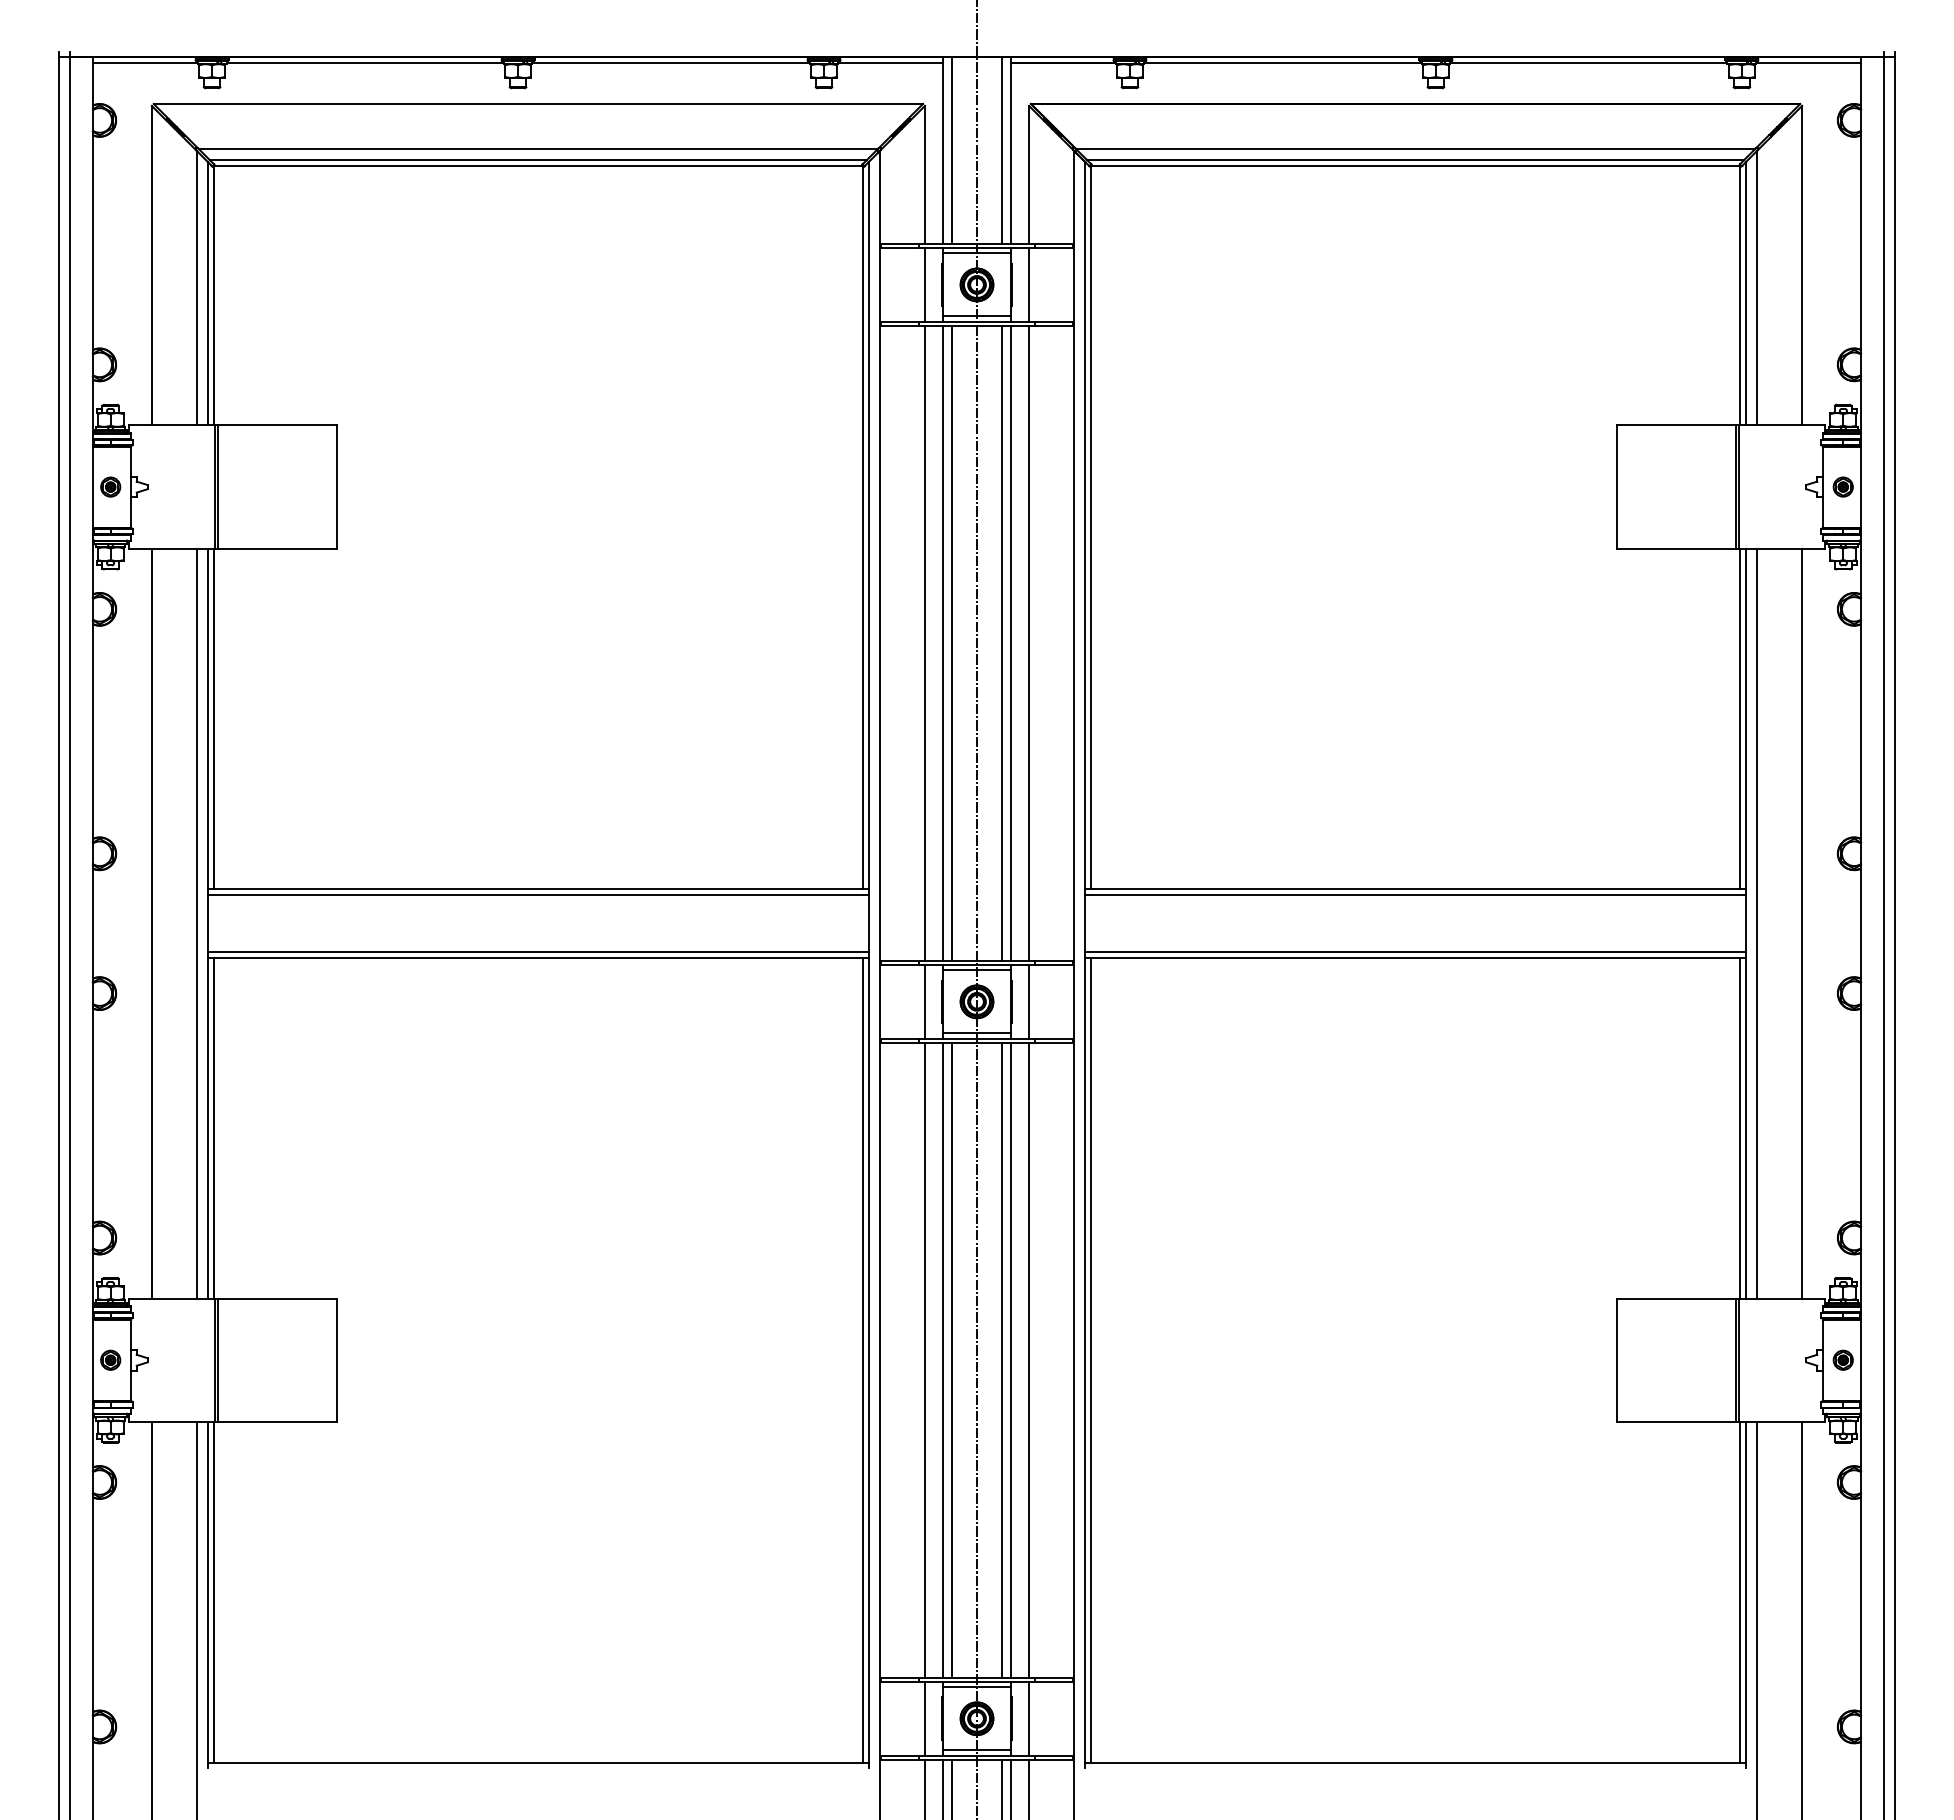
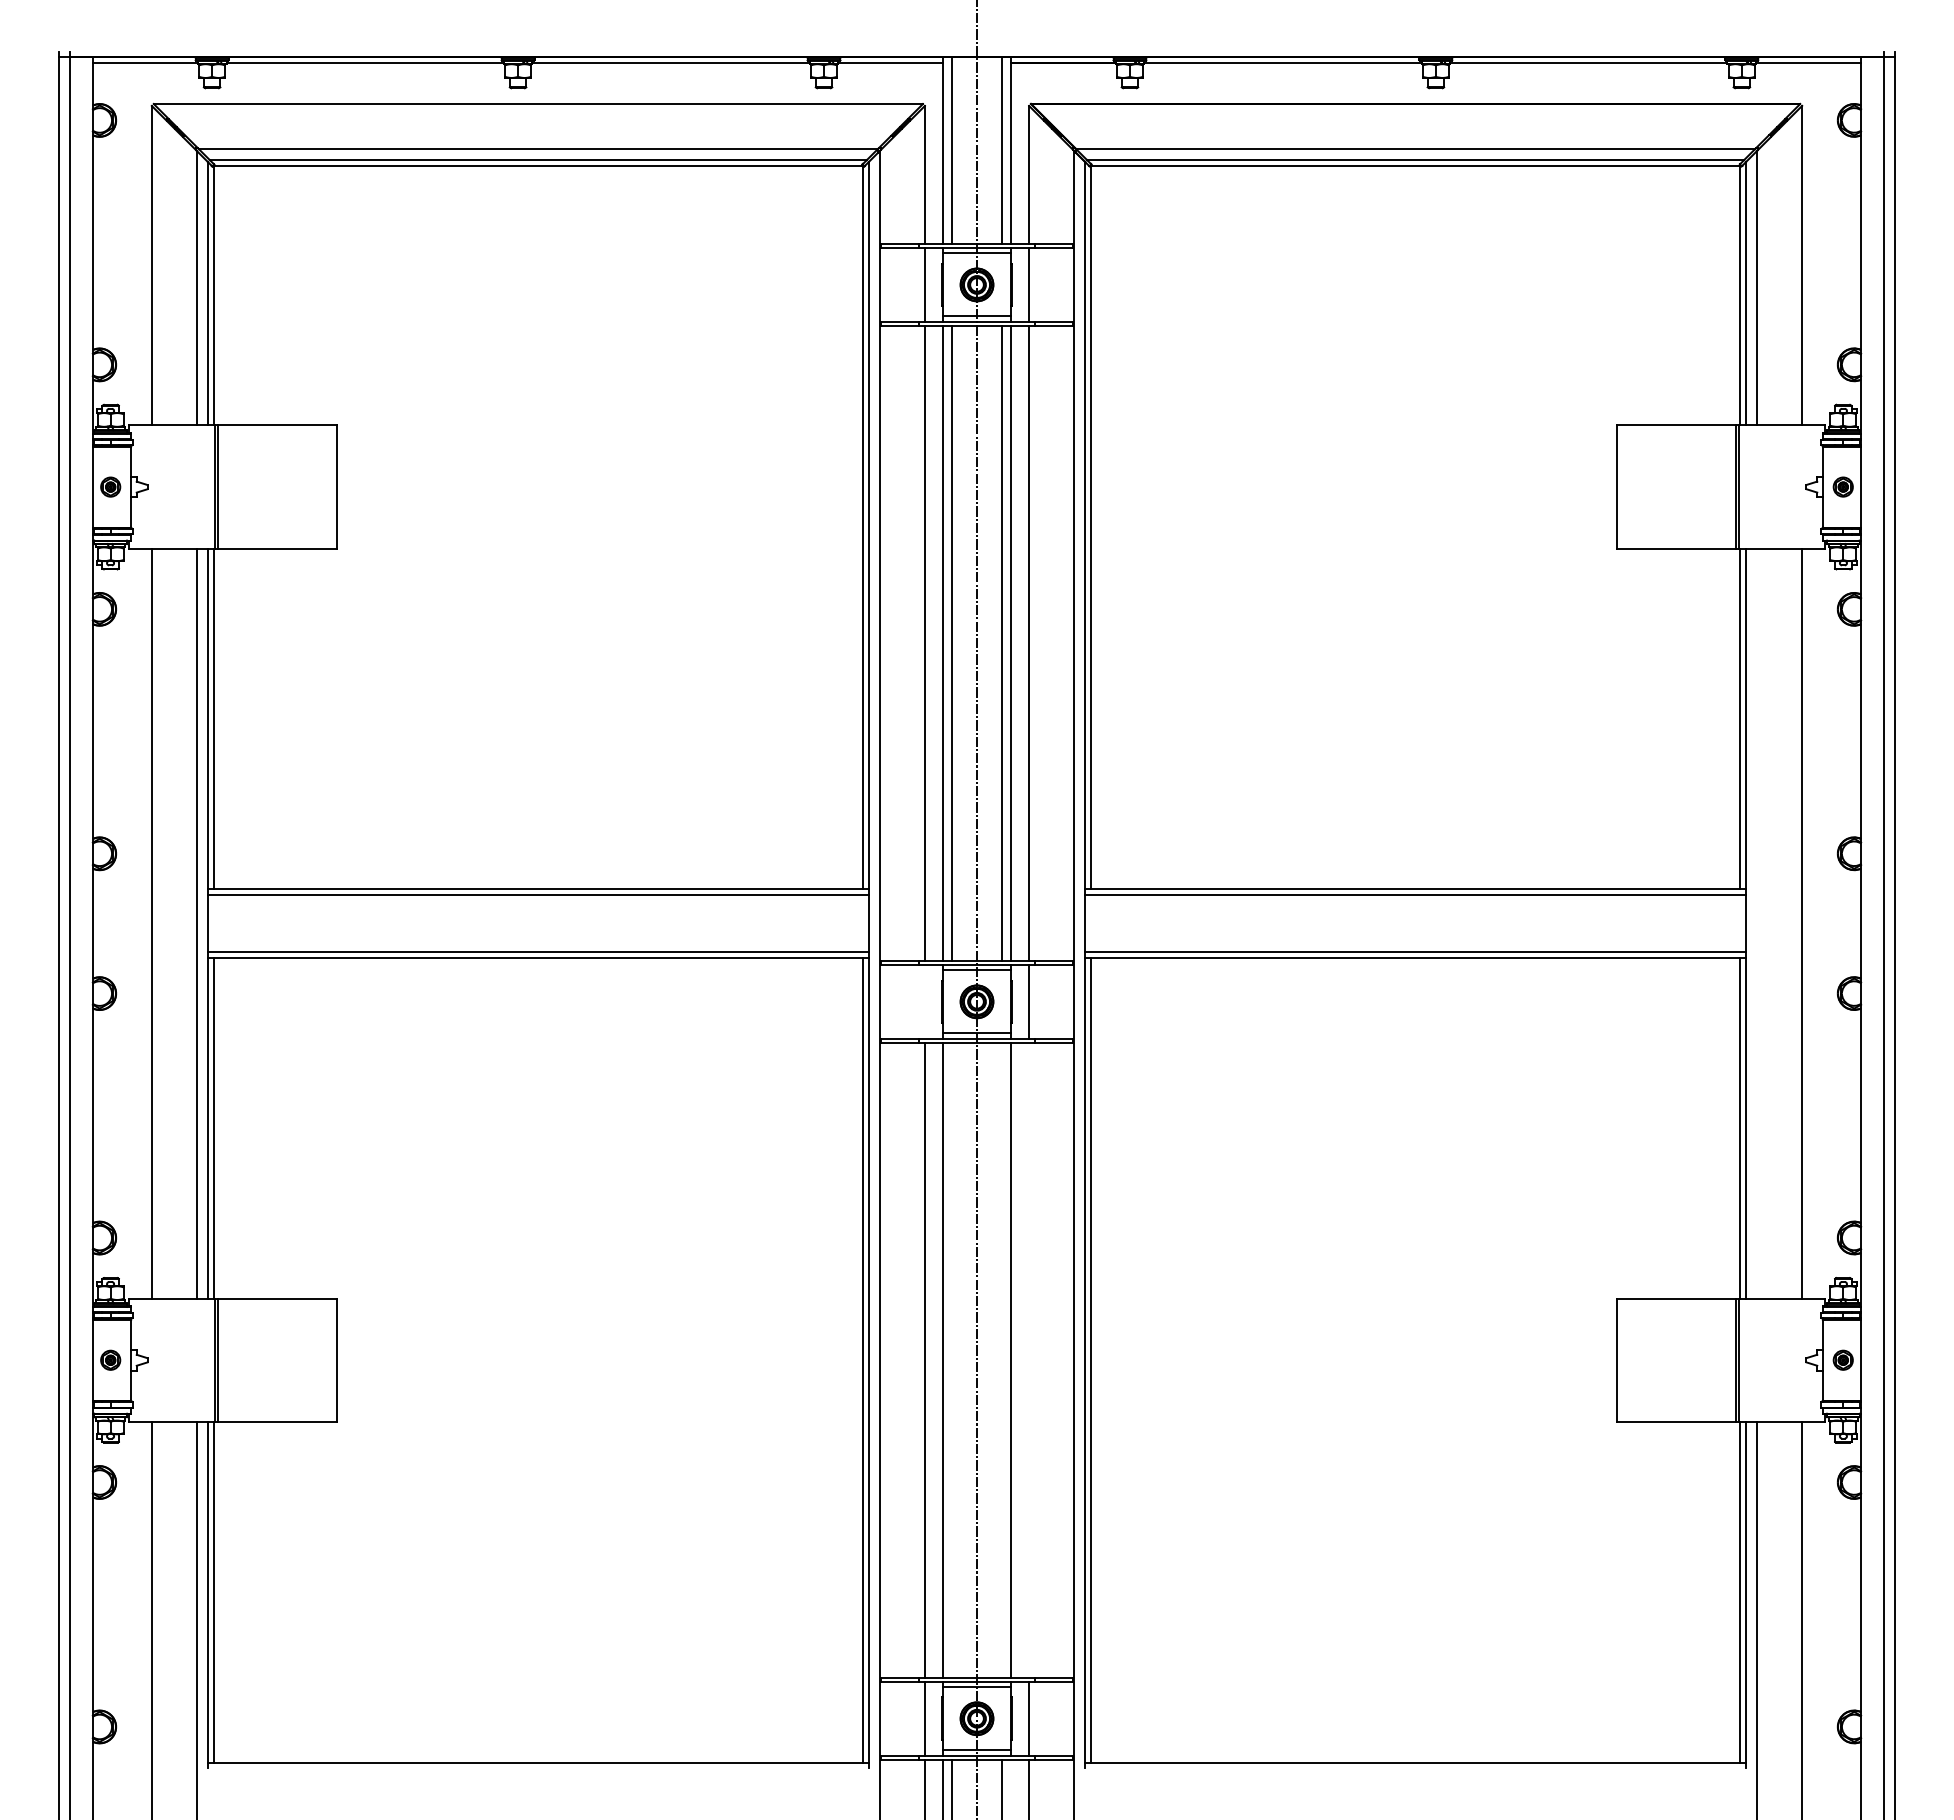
line at (1756, 923): present -> none
line at (924, 1001): present -> none
line at (952, 1359): present -> none
line at (1001, 1359): present -> none
line at (1029, 1359): present -> none
line at (1011, 1787): present -> none
